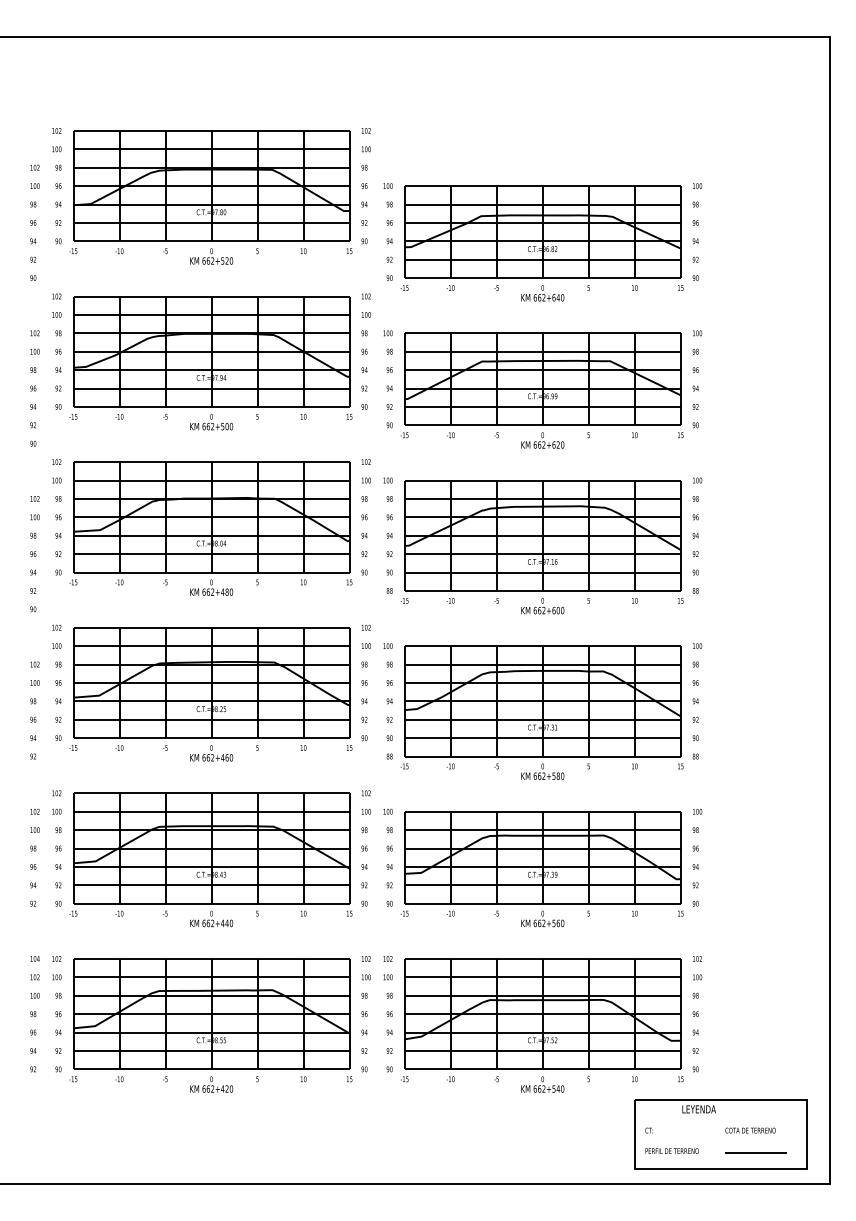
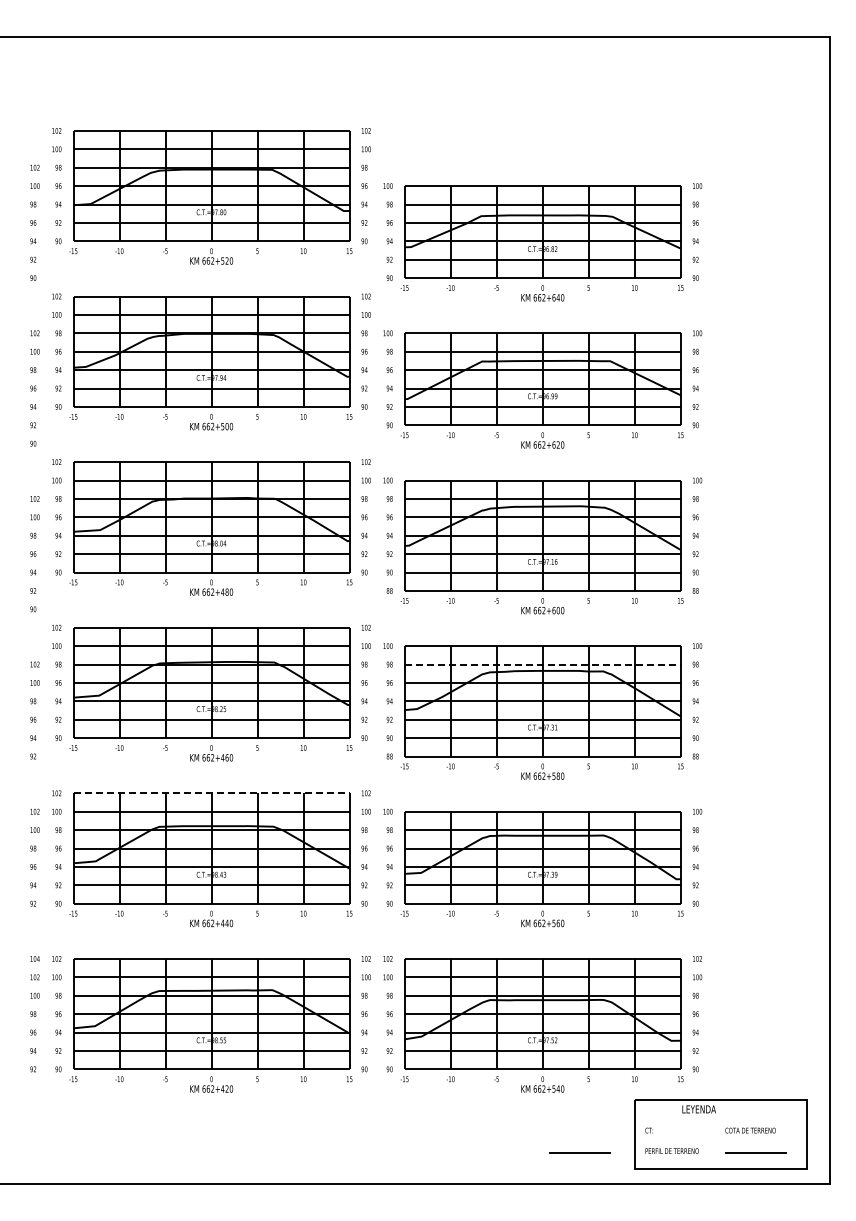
line at (543, 664): solid -> dashed
line at (212, 793): solid -> dashed
line at (579, 1152): none -> present
